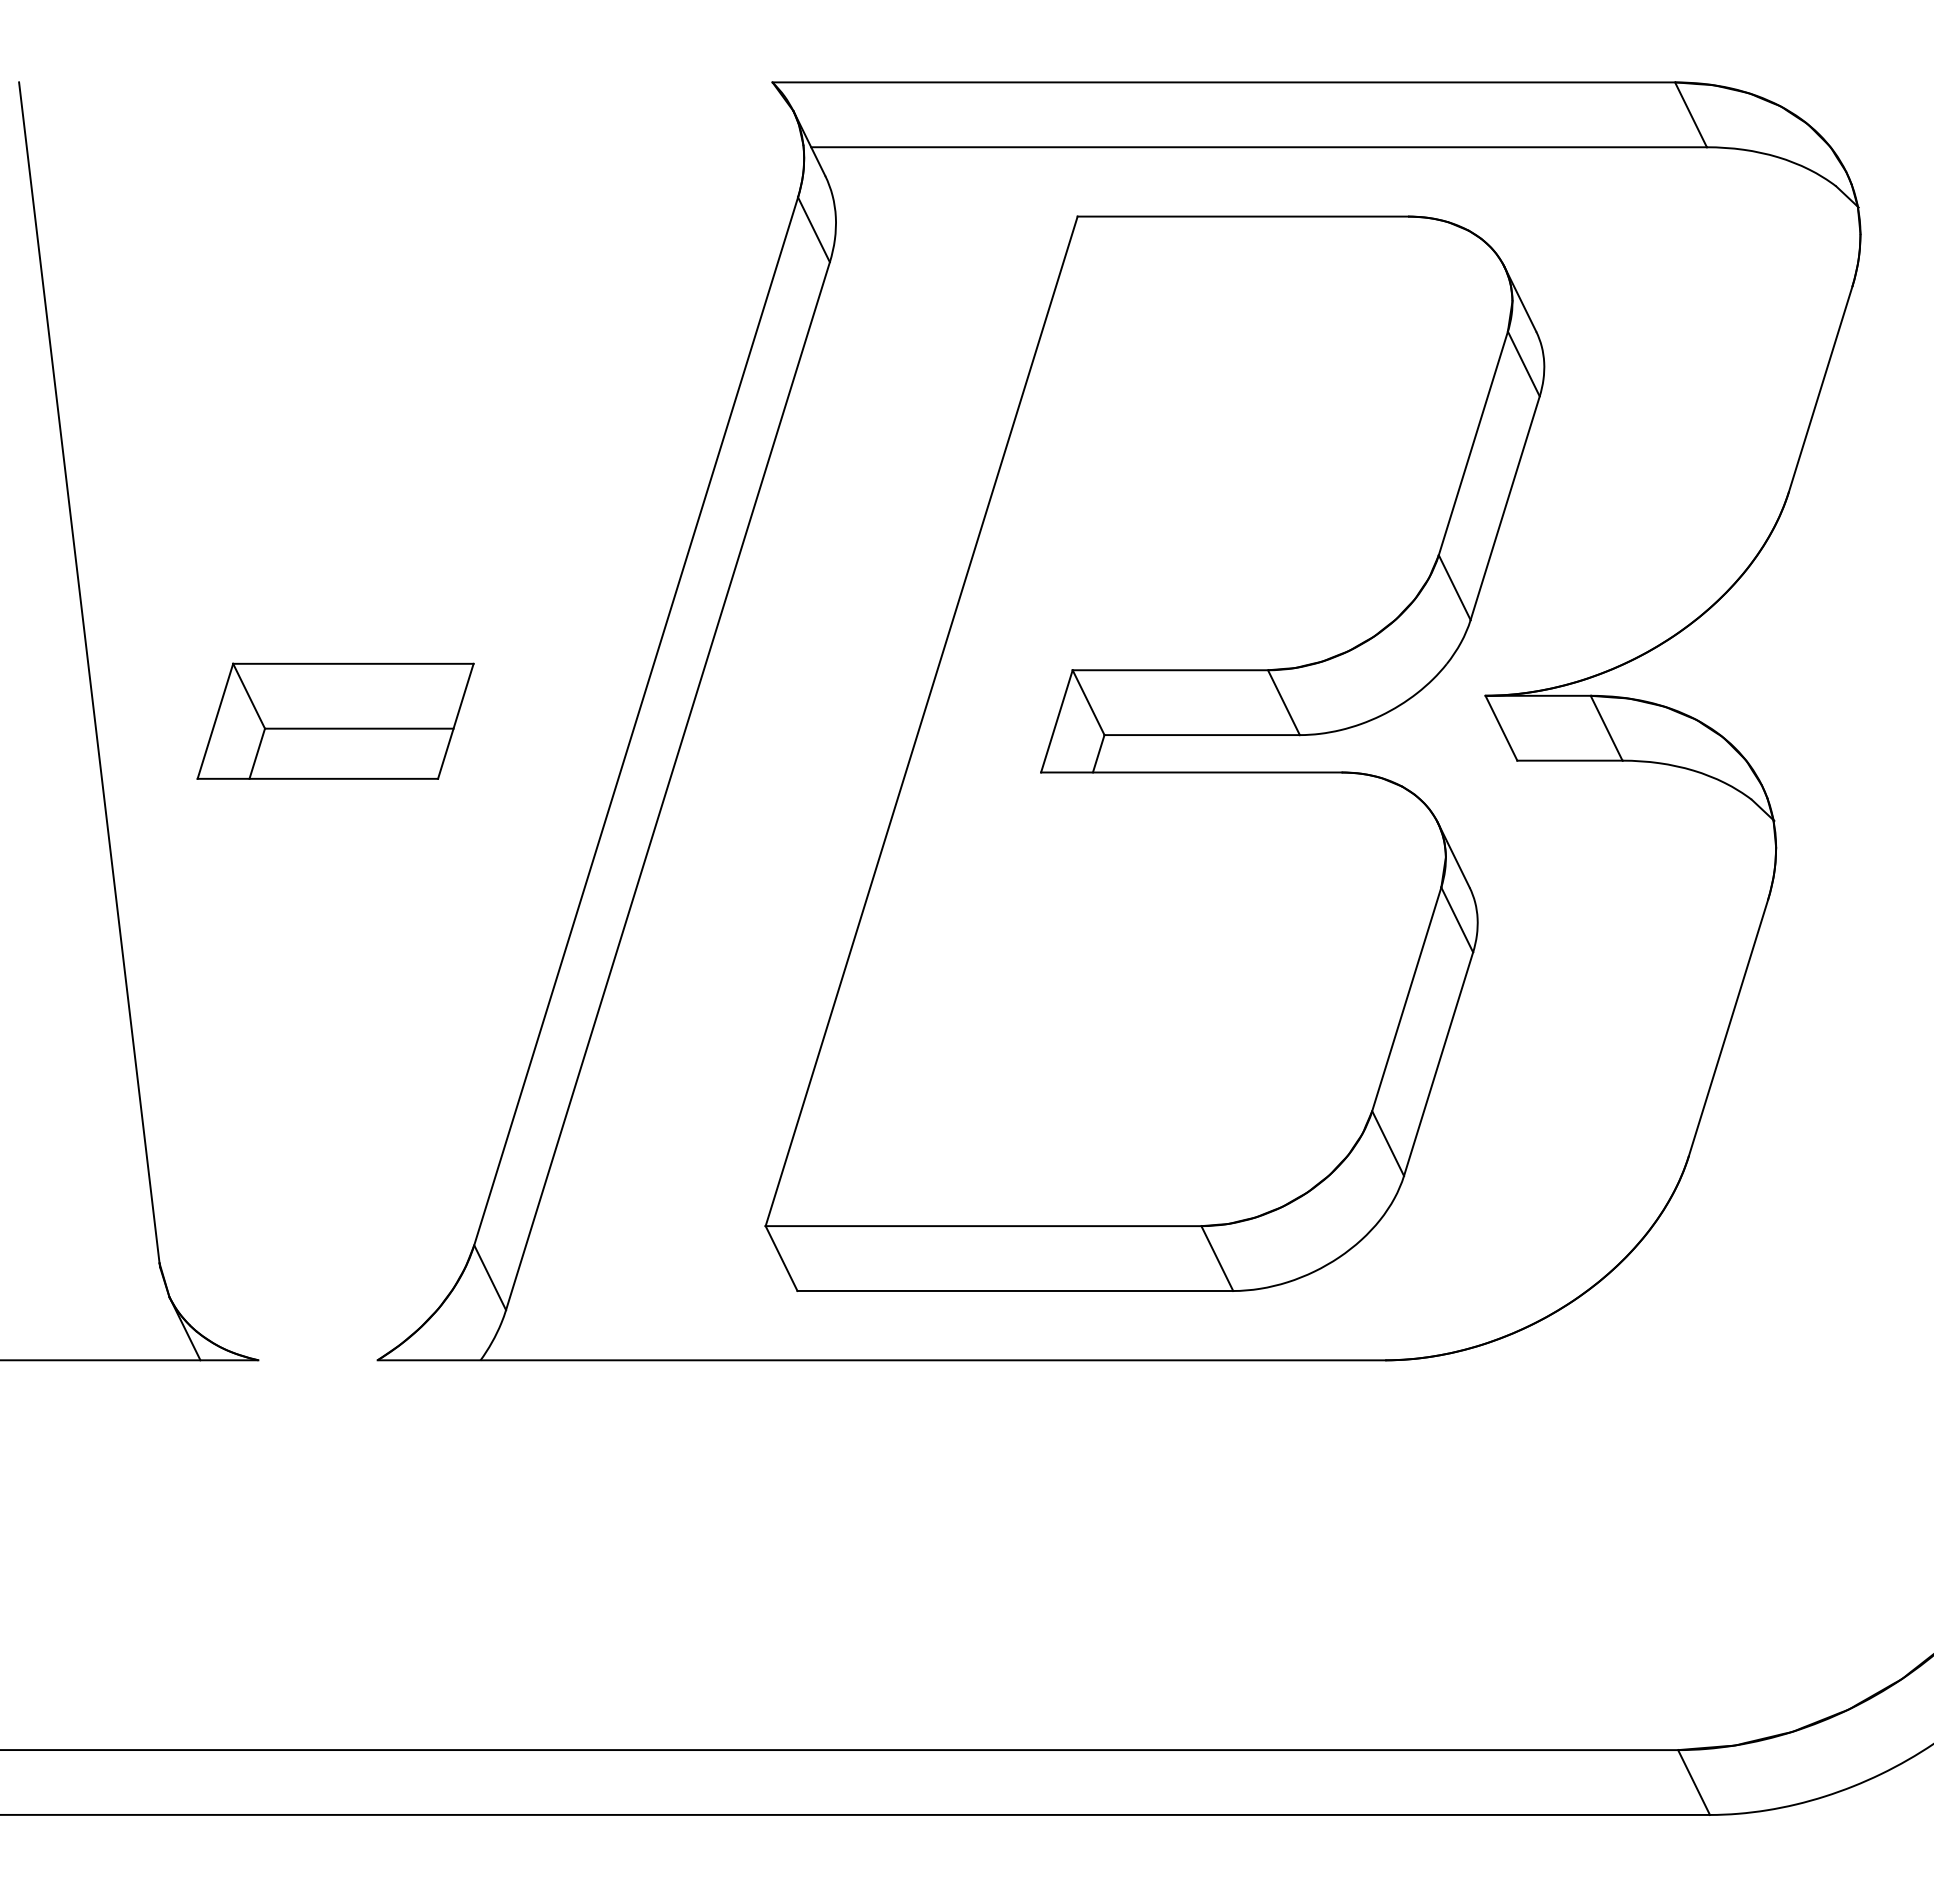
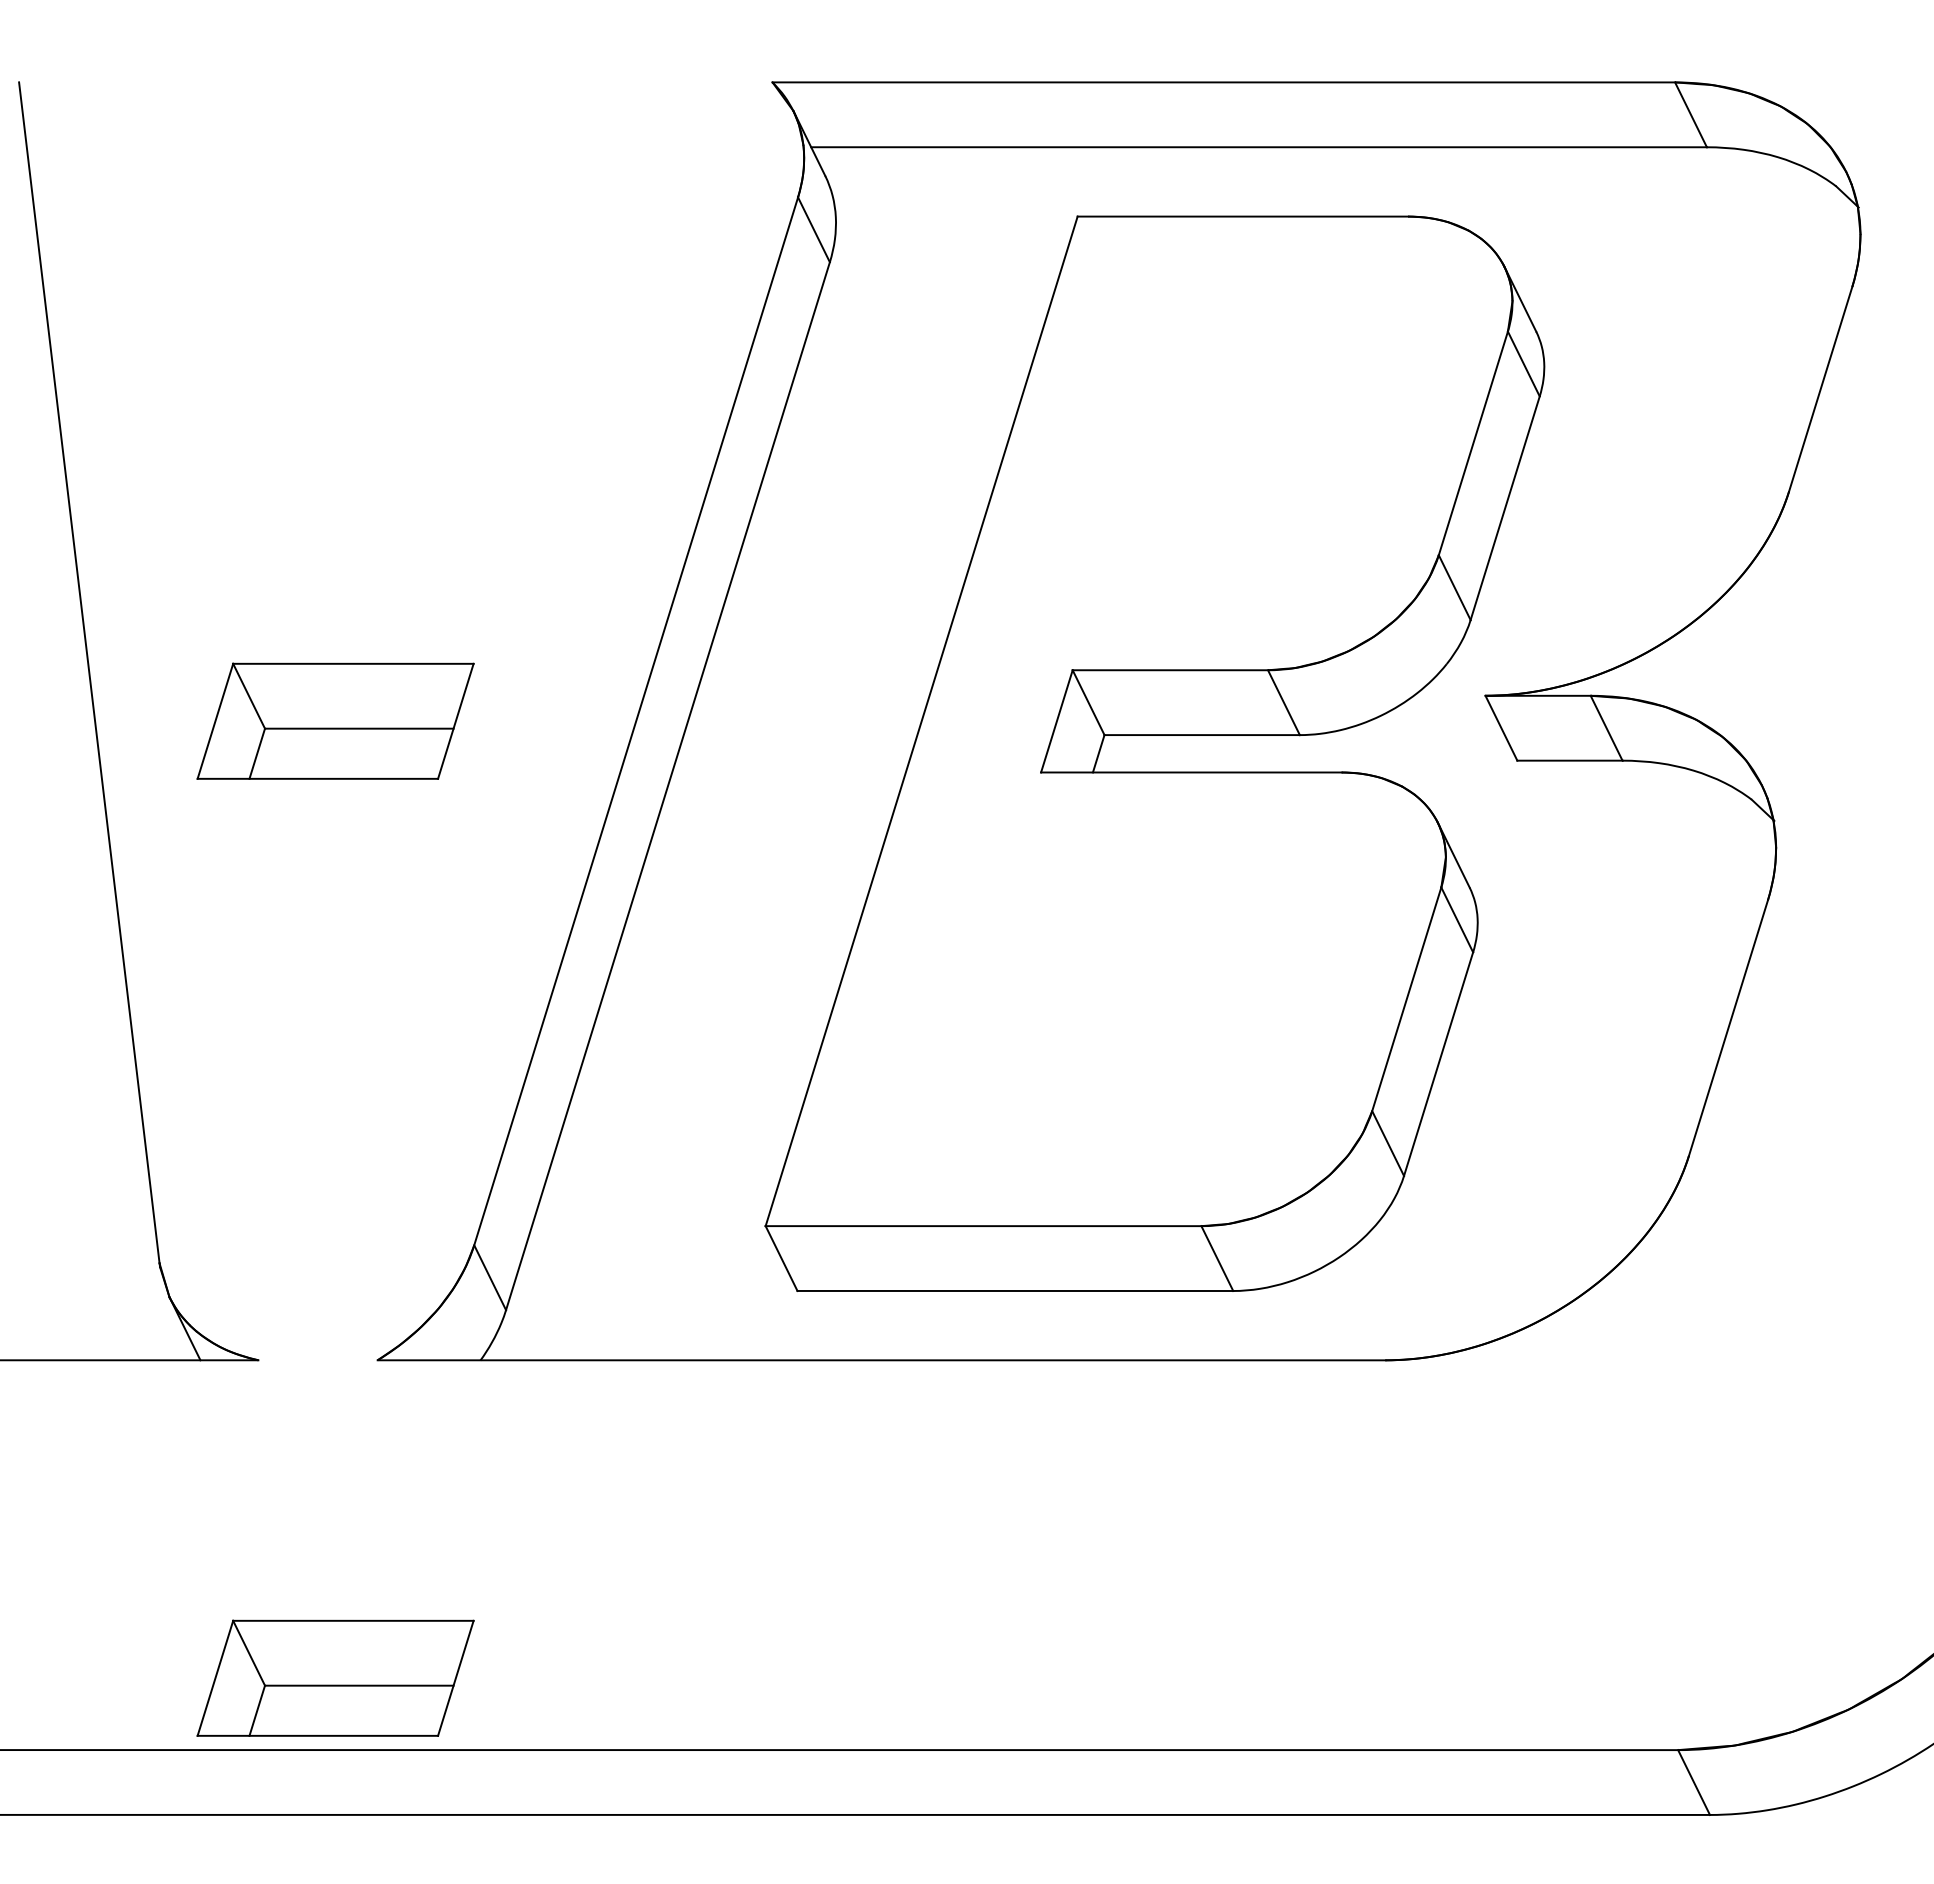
part at (335, 1677): none -> present
